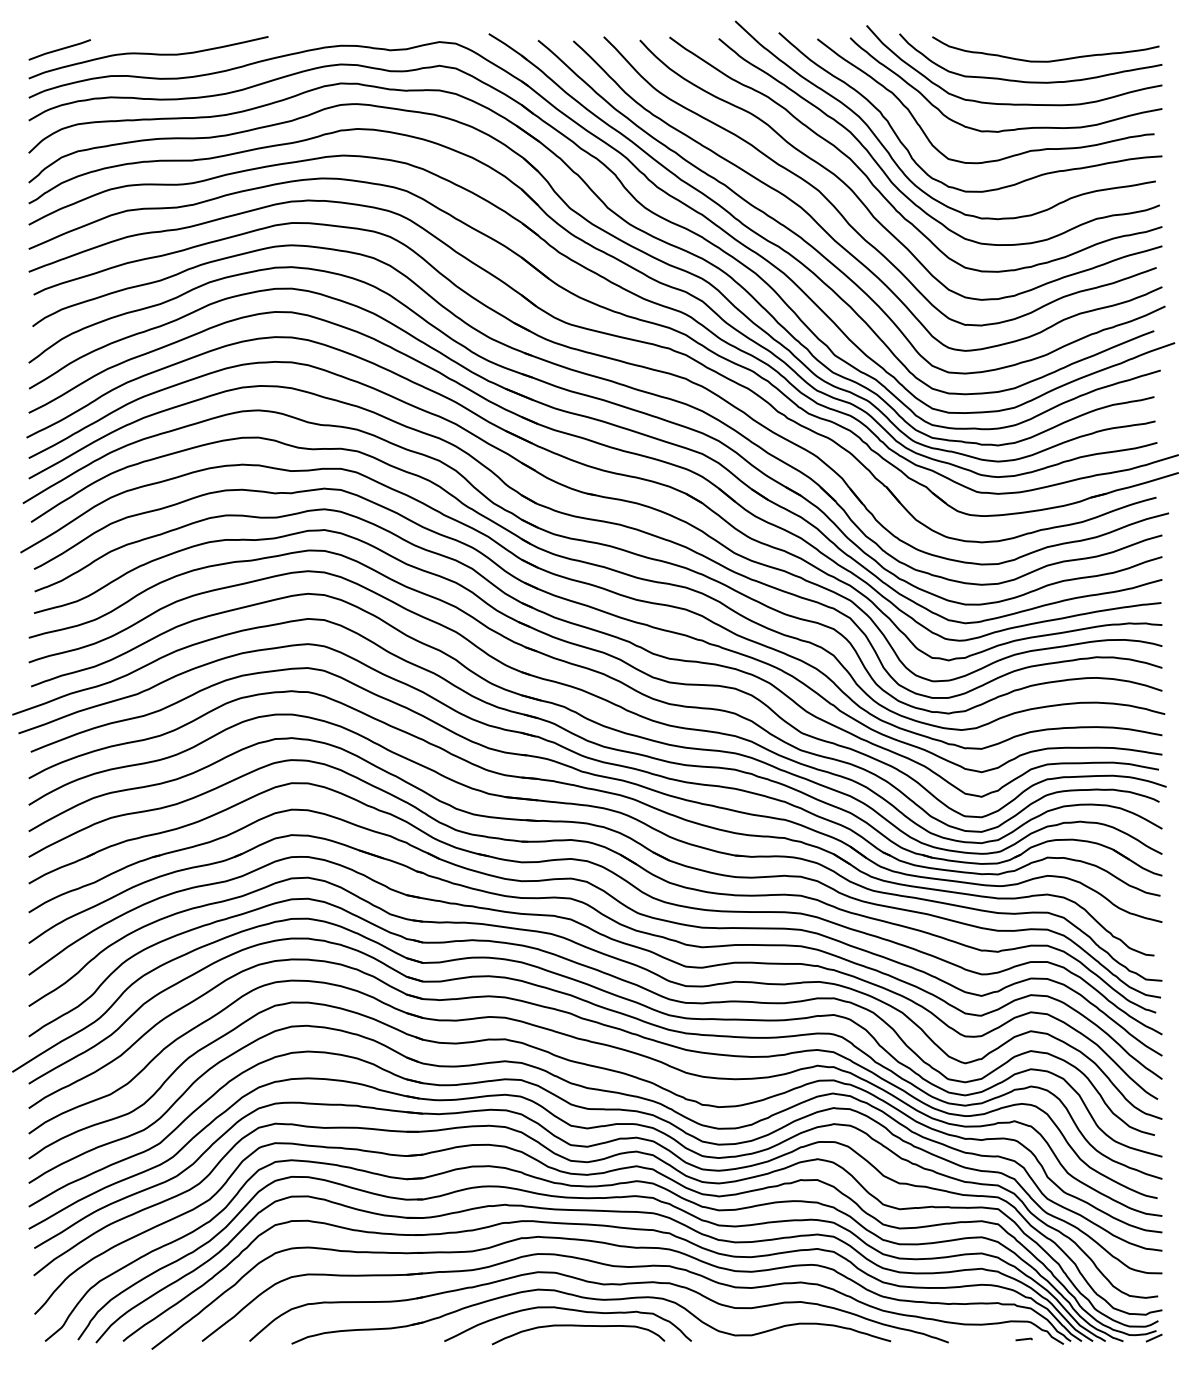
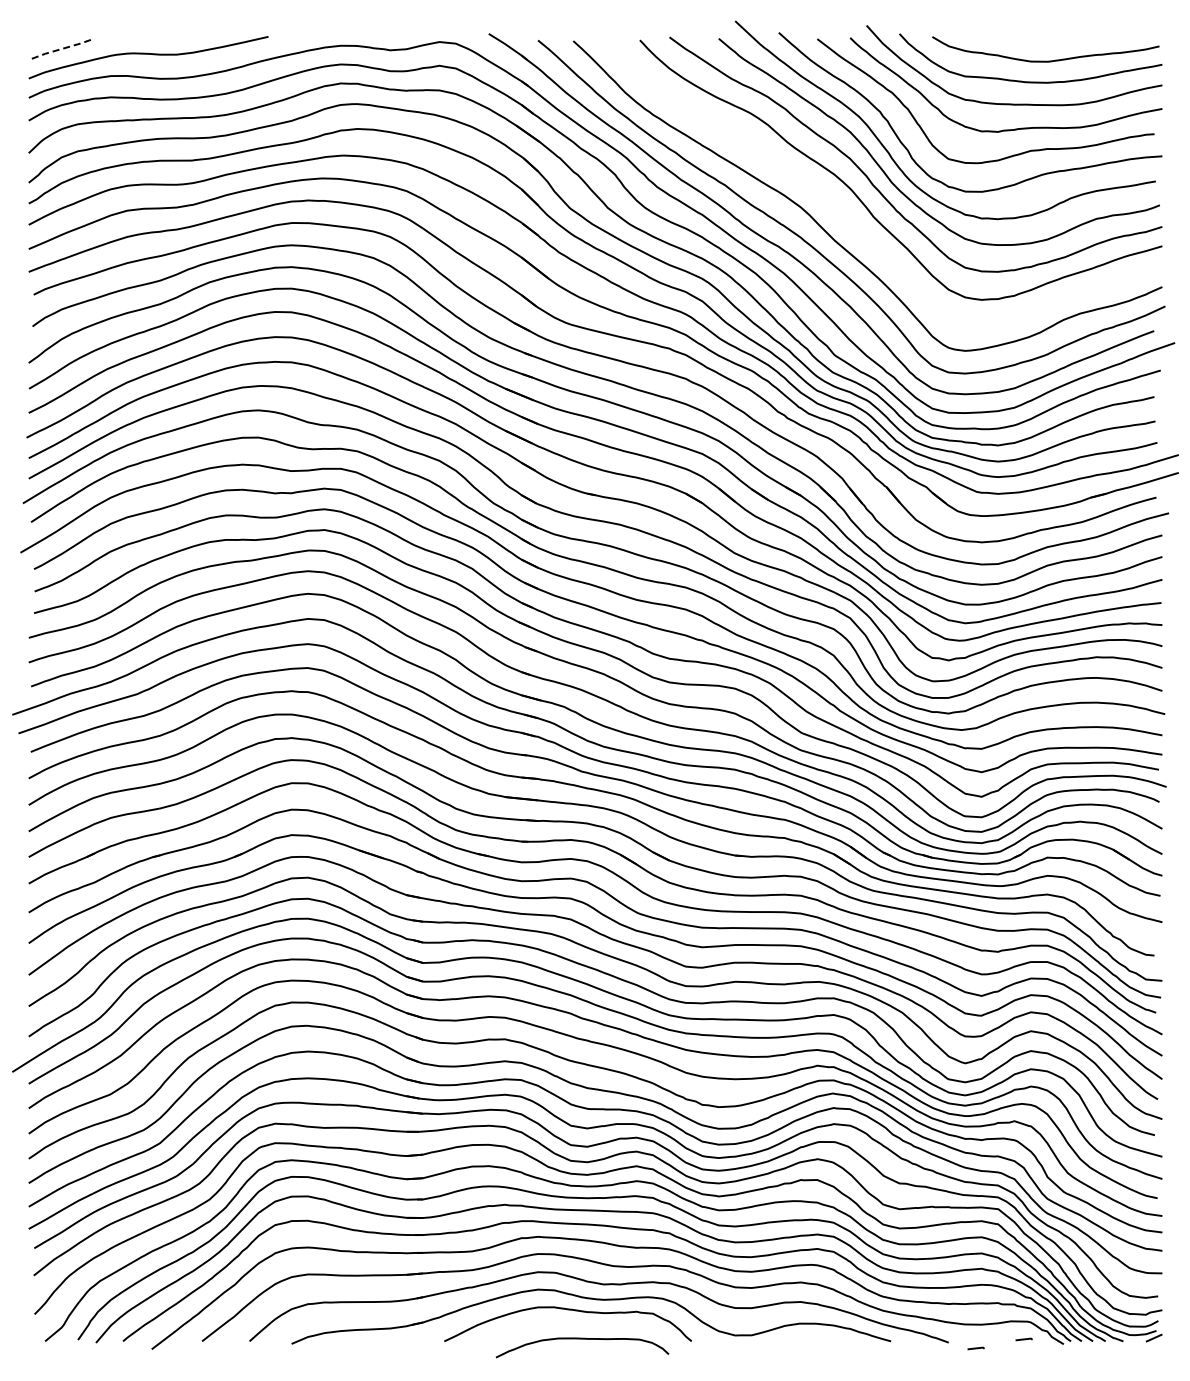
line at (59, 49): solid -> dashed
curve at (843, 215): present -> none
curve at (578, 1326) position: (578, 1326) -> (582, 1339)
line at (975, 1348): none -> present
